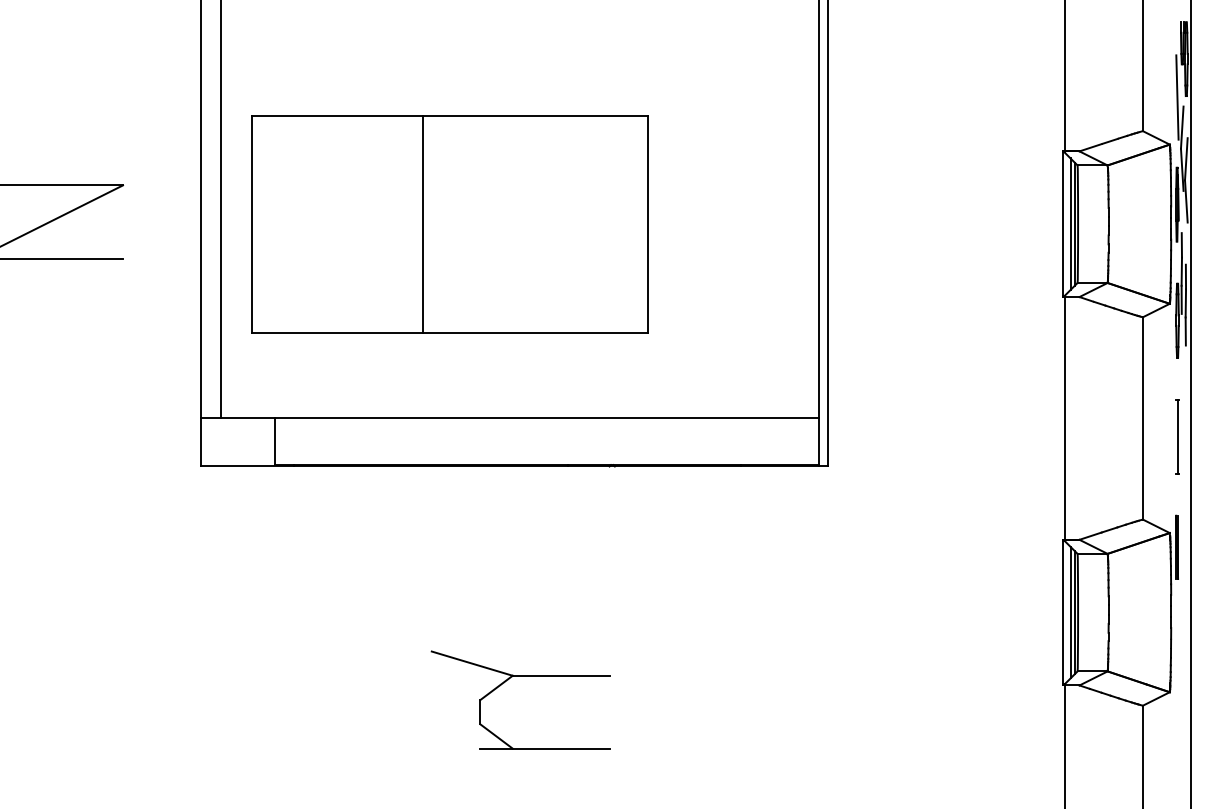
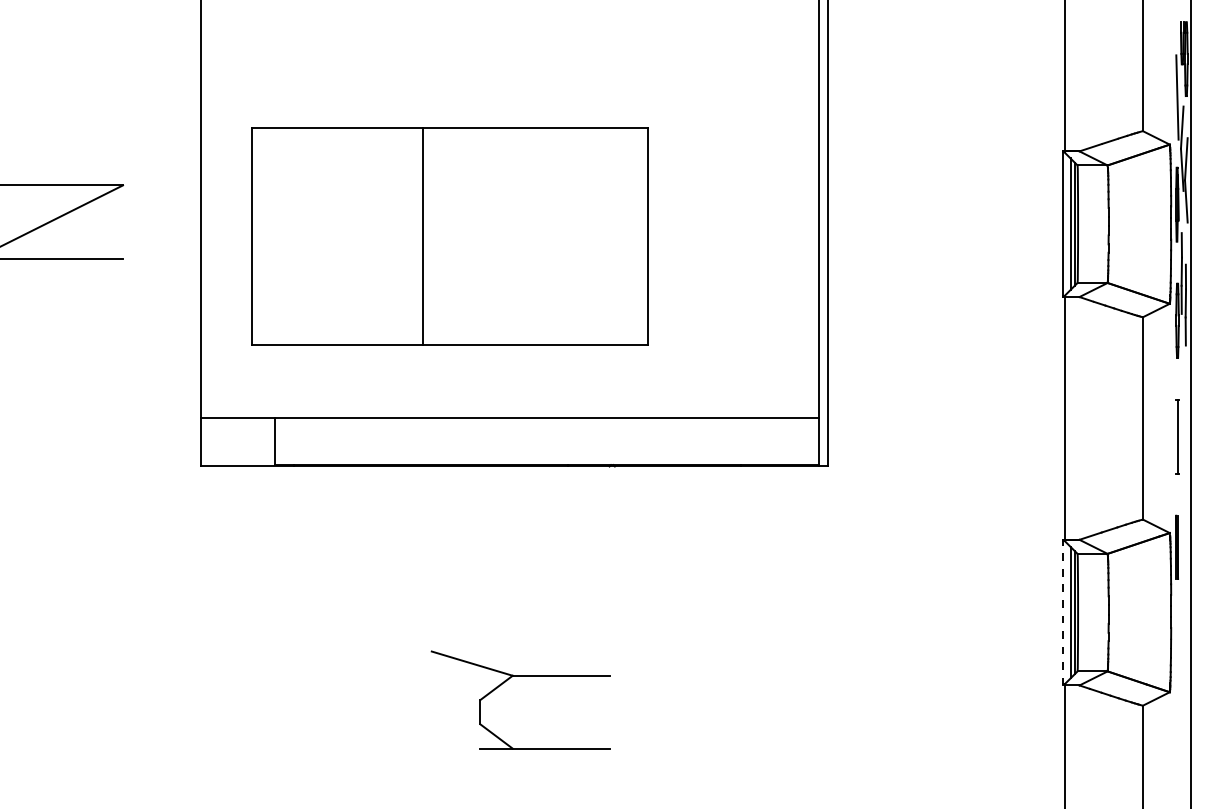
line at (220, 210): present -> none
part at (449, 224) position: (449, 224) -> (449, 236)
line at (1062, 612): solid -> dashed
